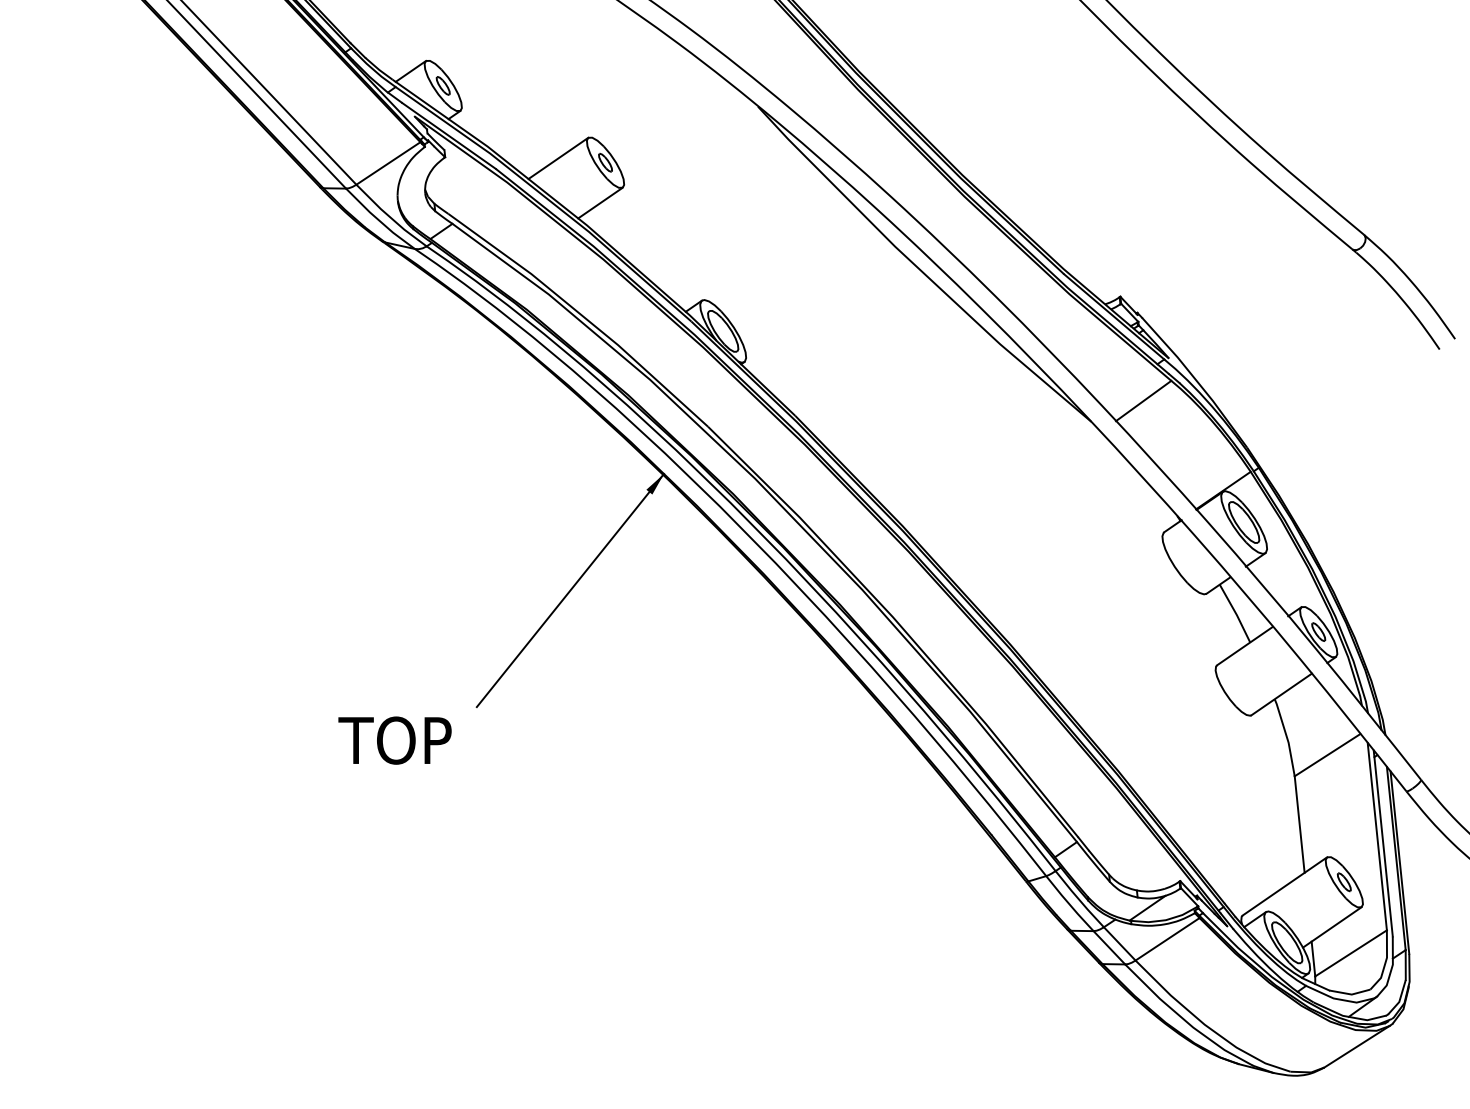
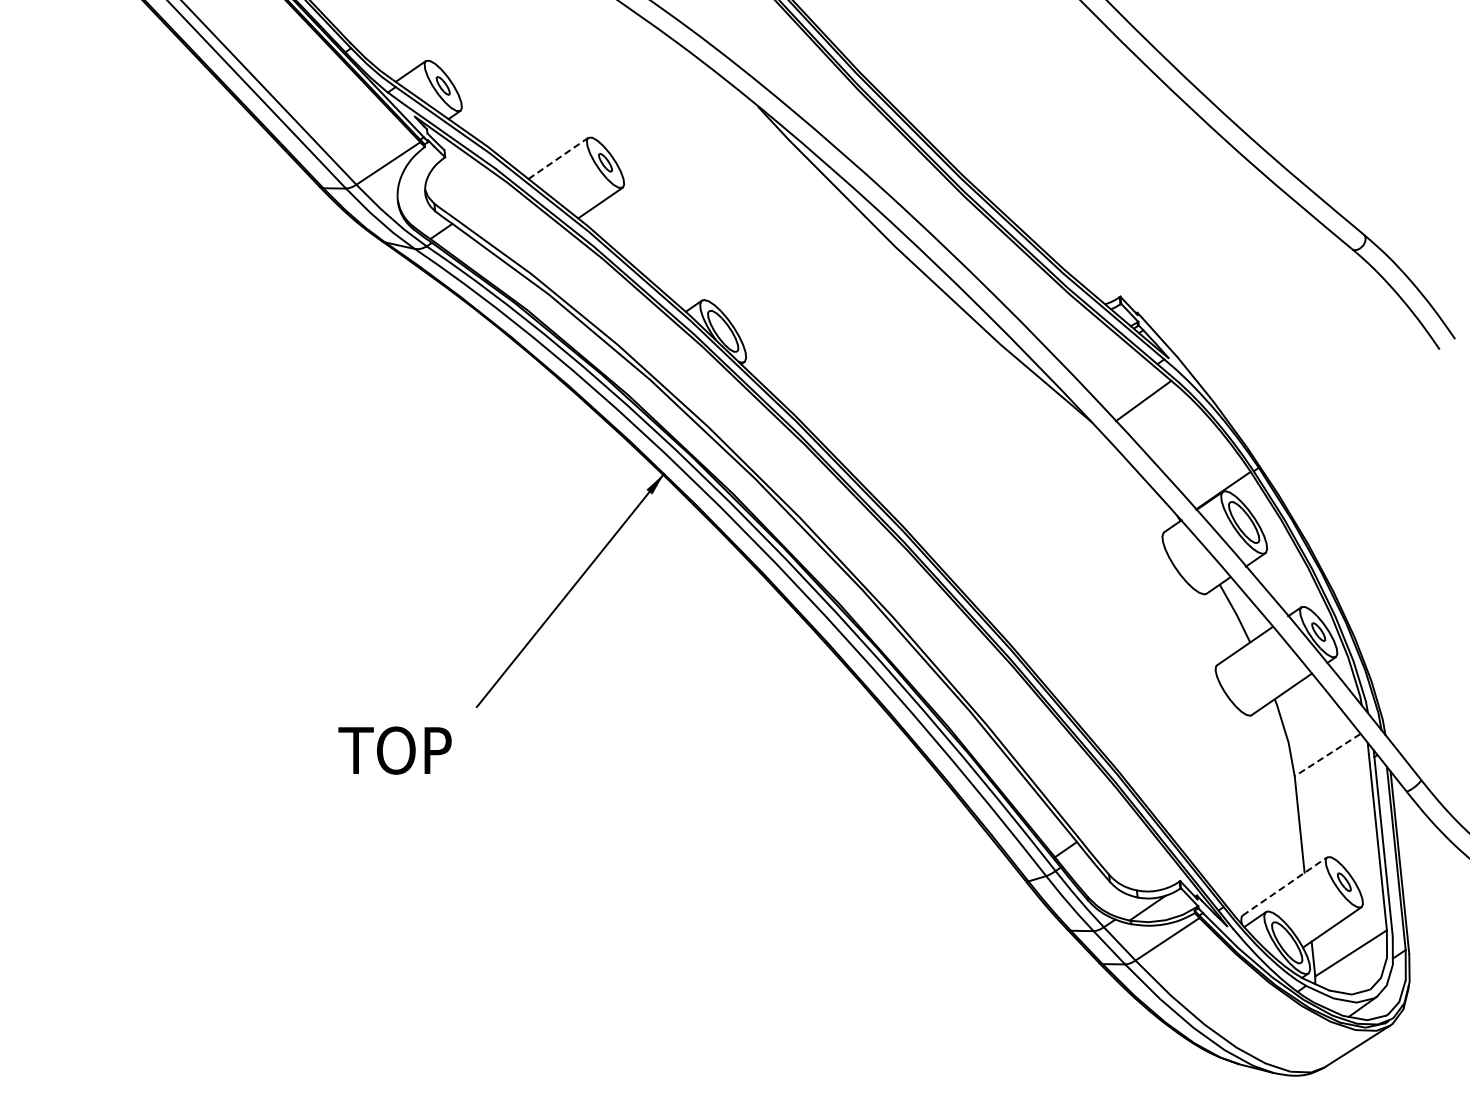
line at (558, 158): solid -> dashed
text at (394, 740) position: (394, 740) -> (394, 750)
line at (1327, 755): solid -> dashed
line at (1285, 886): solid -> dashed
